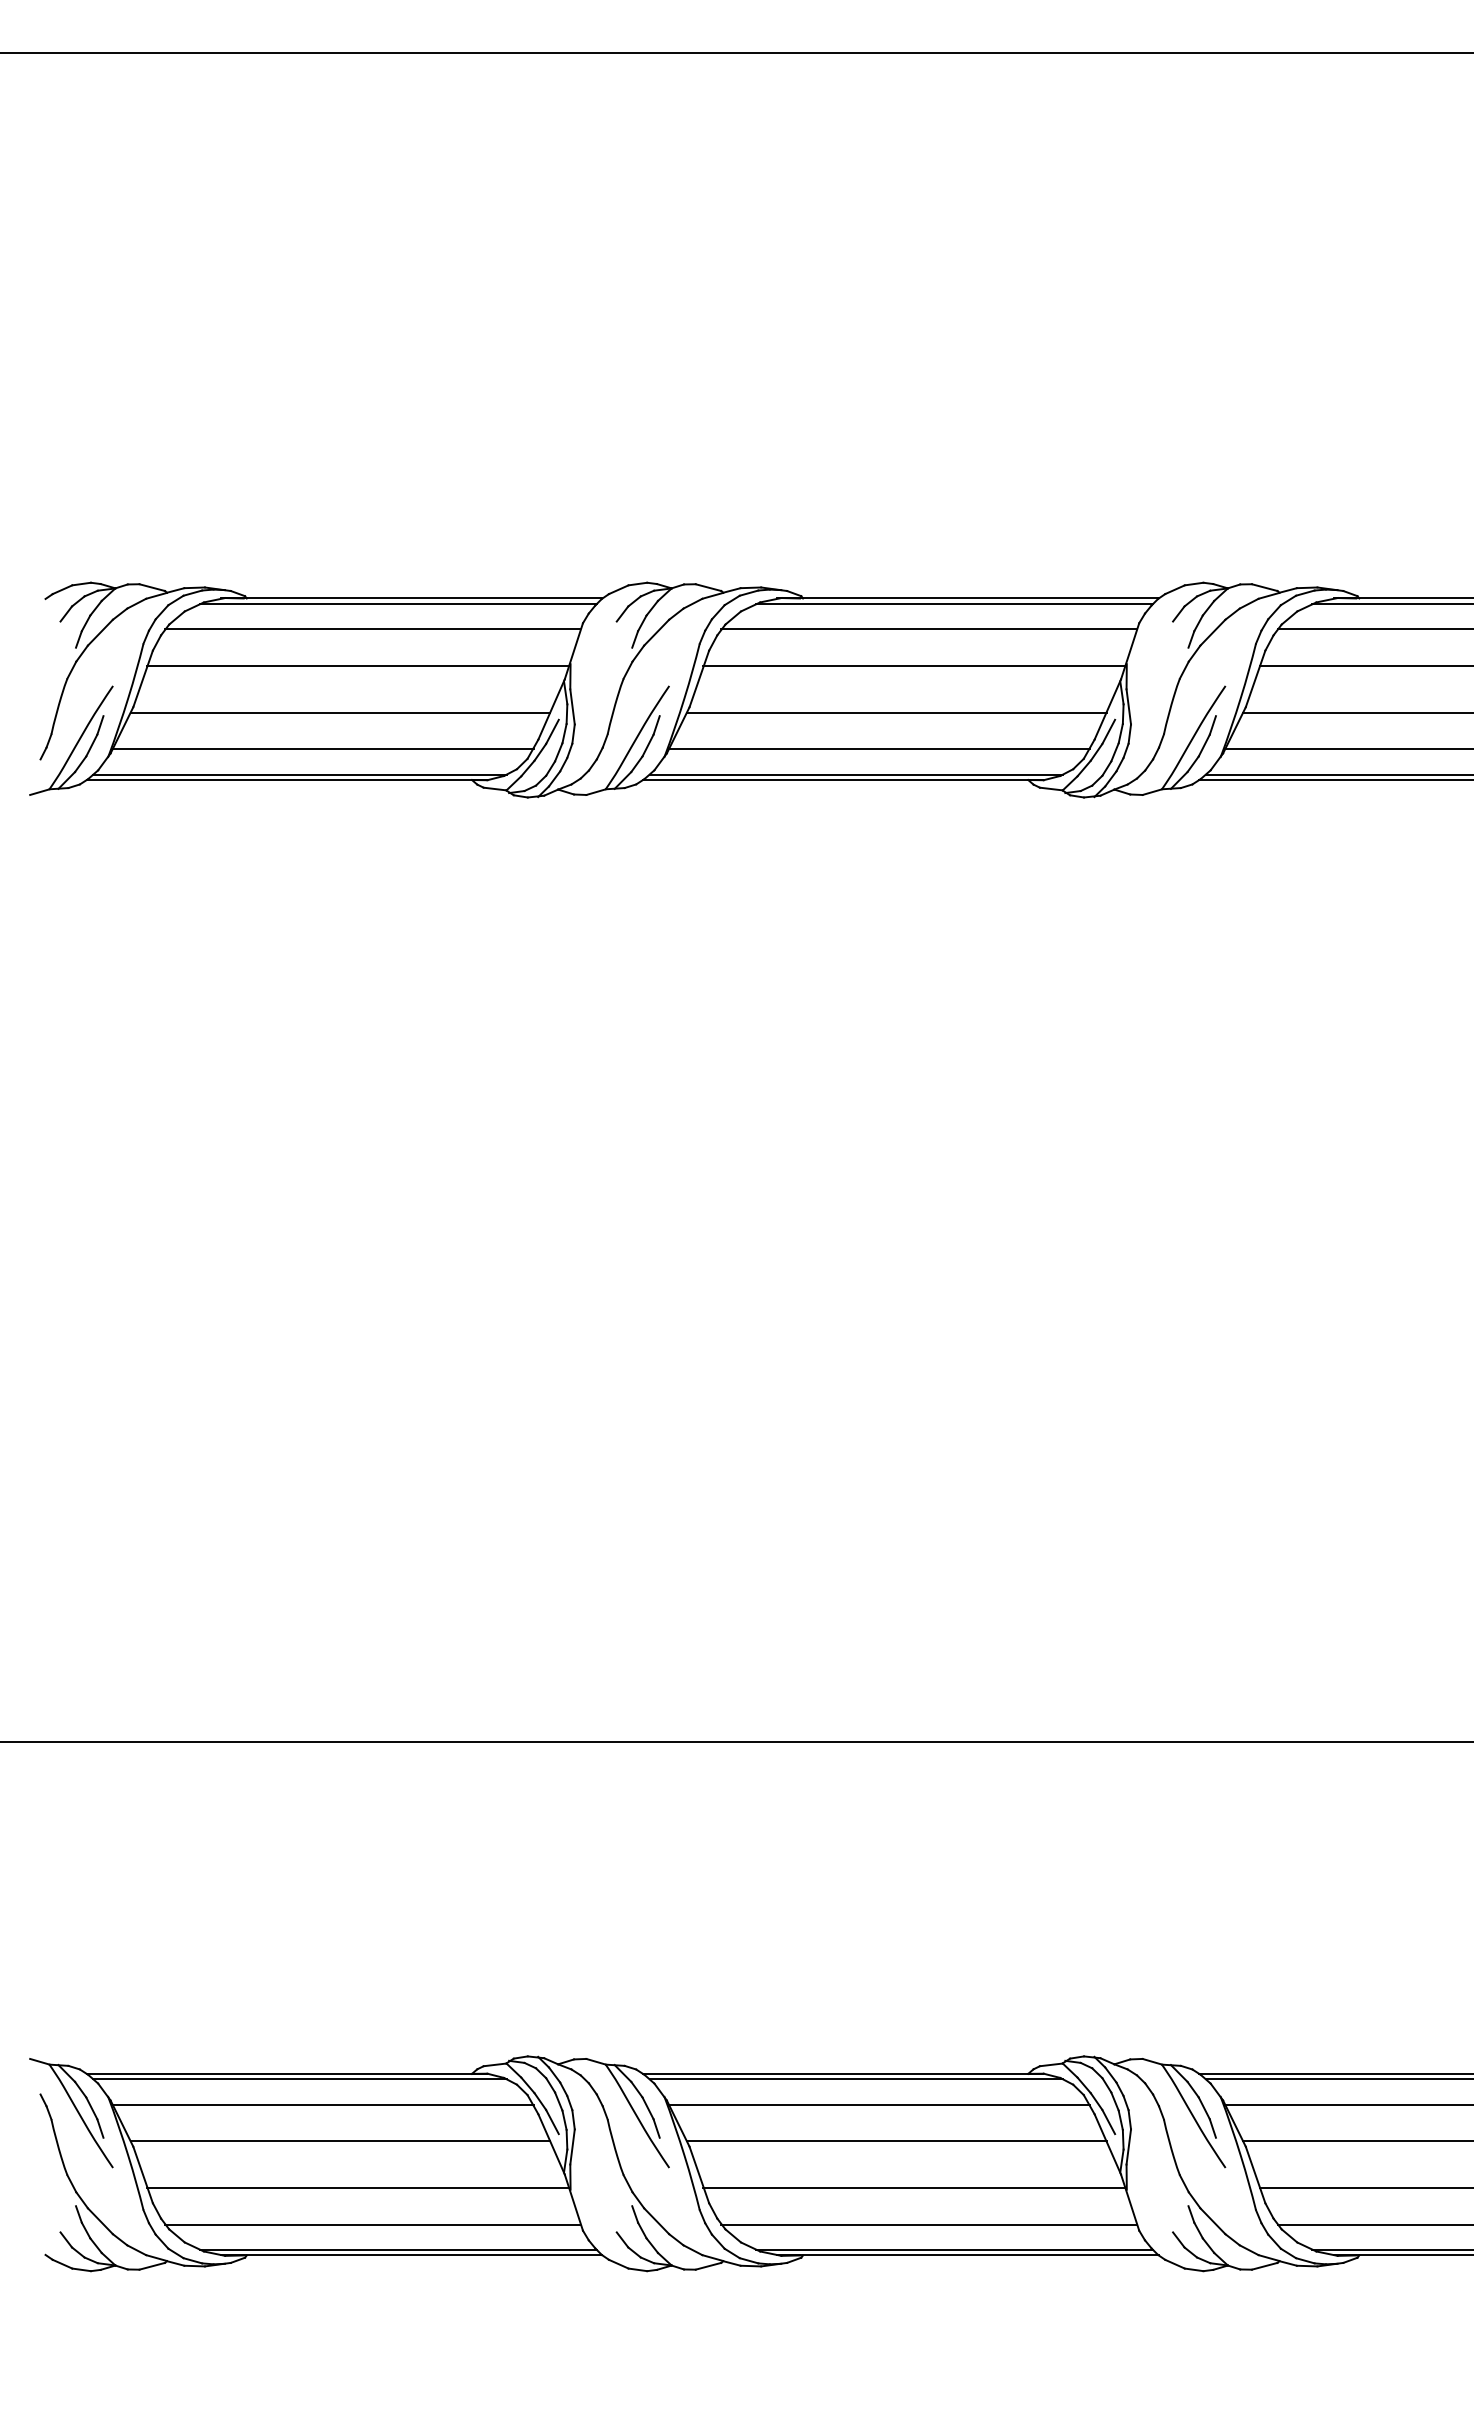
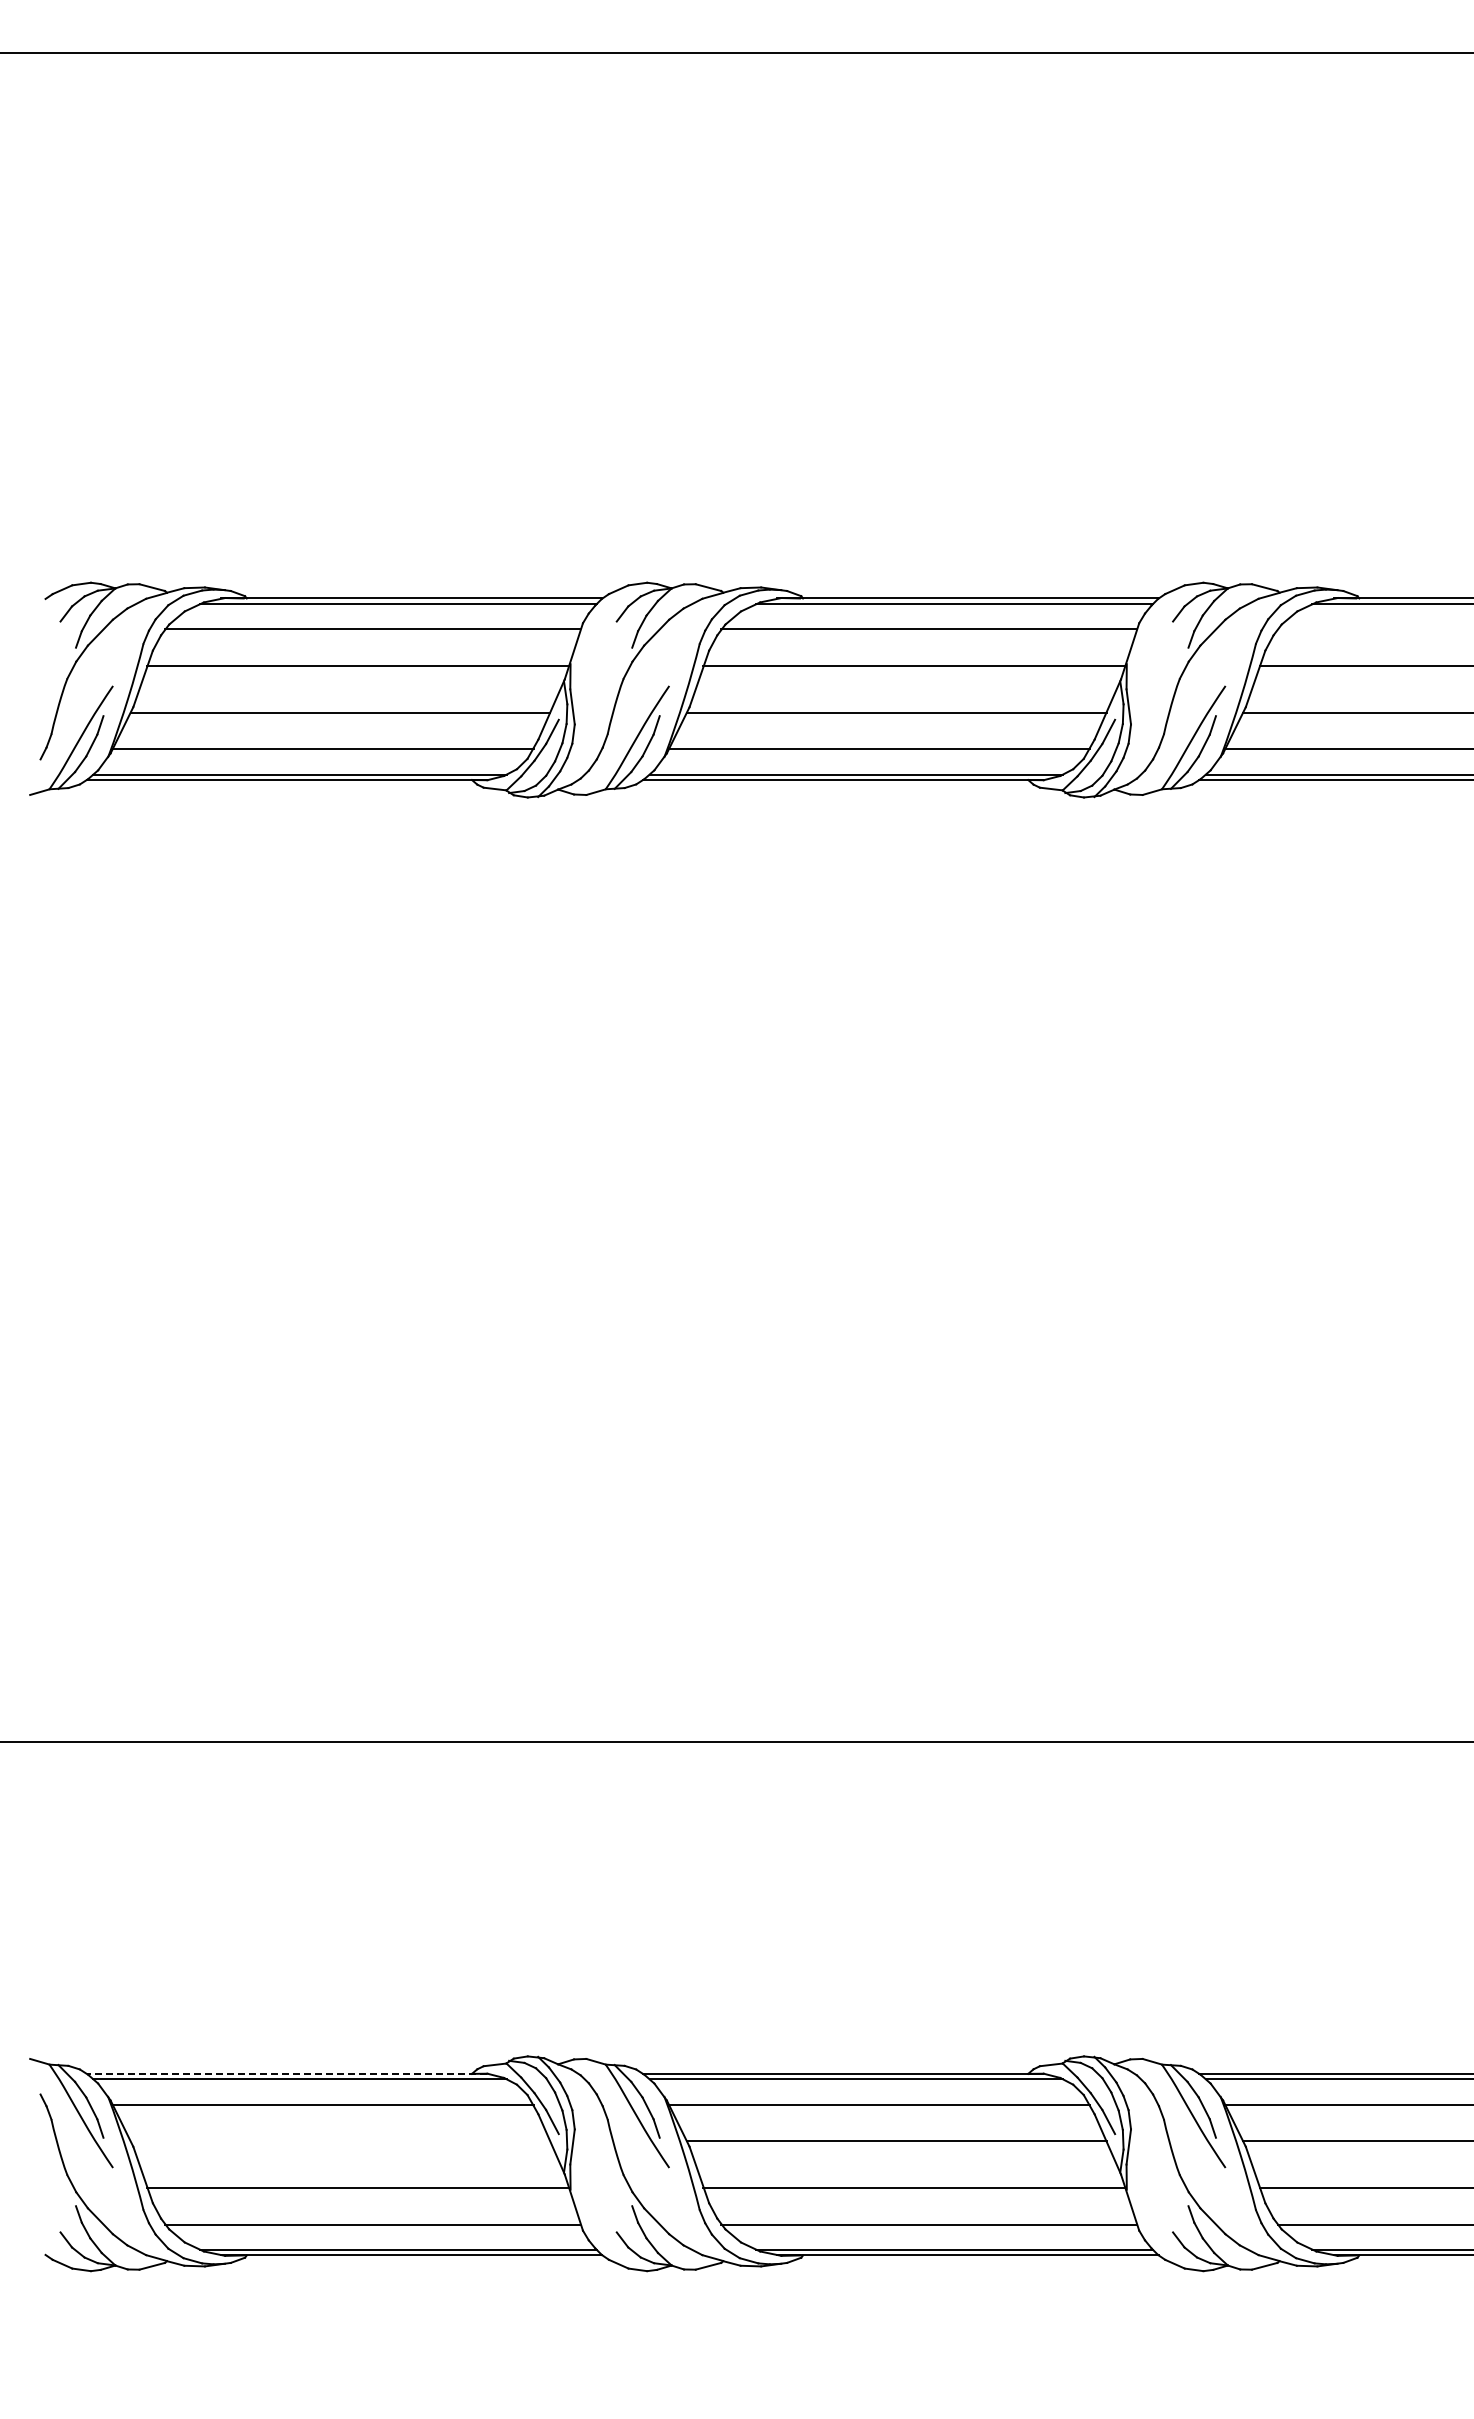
line at (1373, 629): present -> none
line at (286, 2073): solid -> dashed
line at (340, 2140): present -> none
